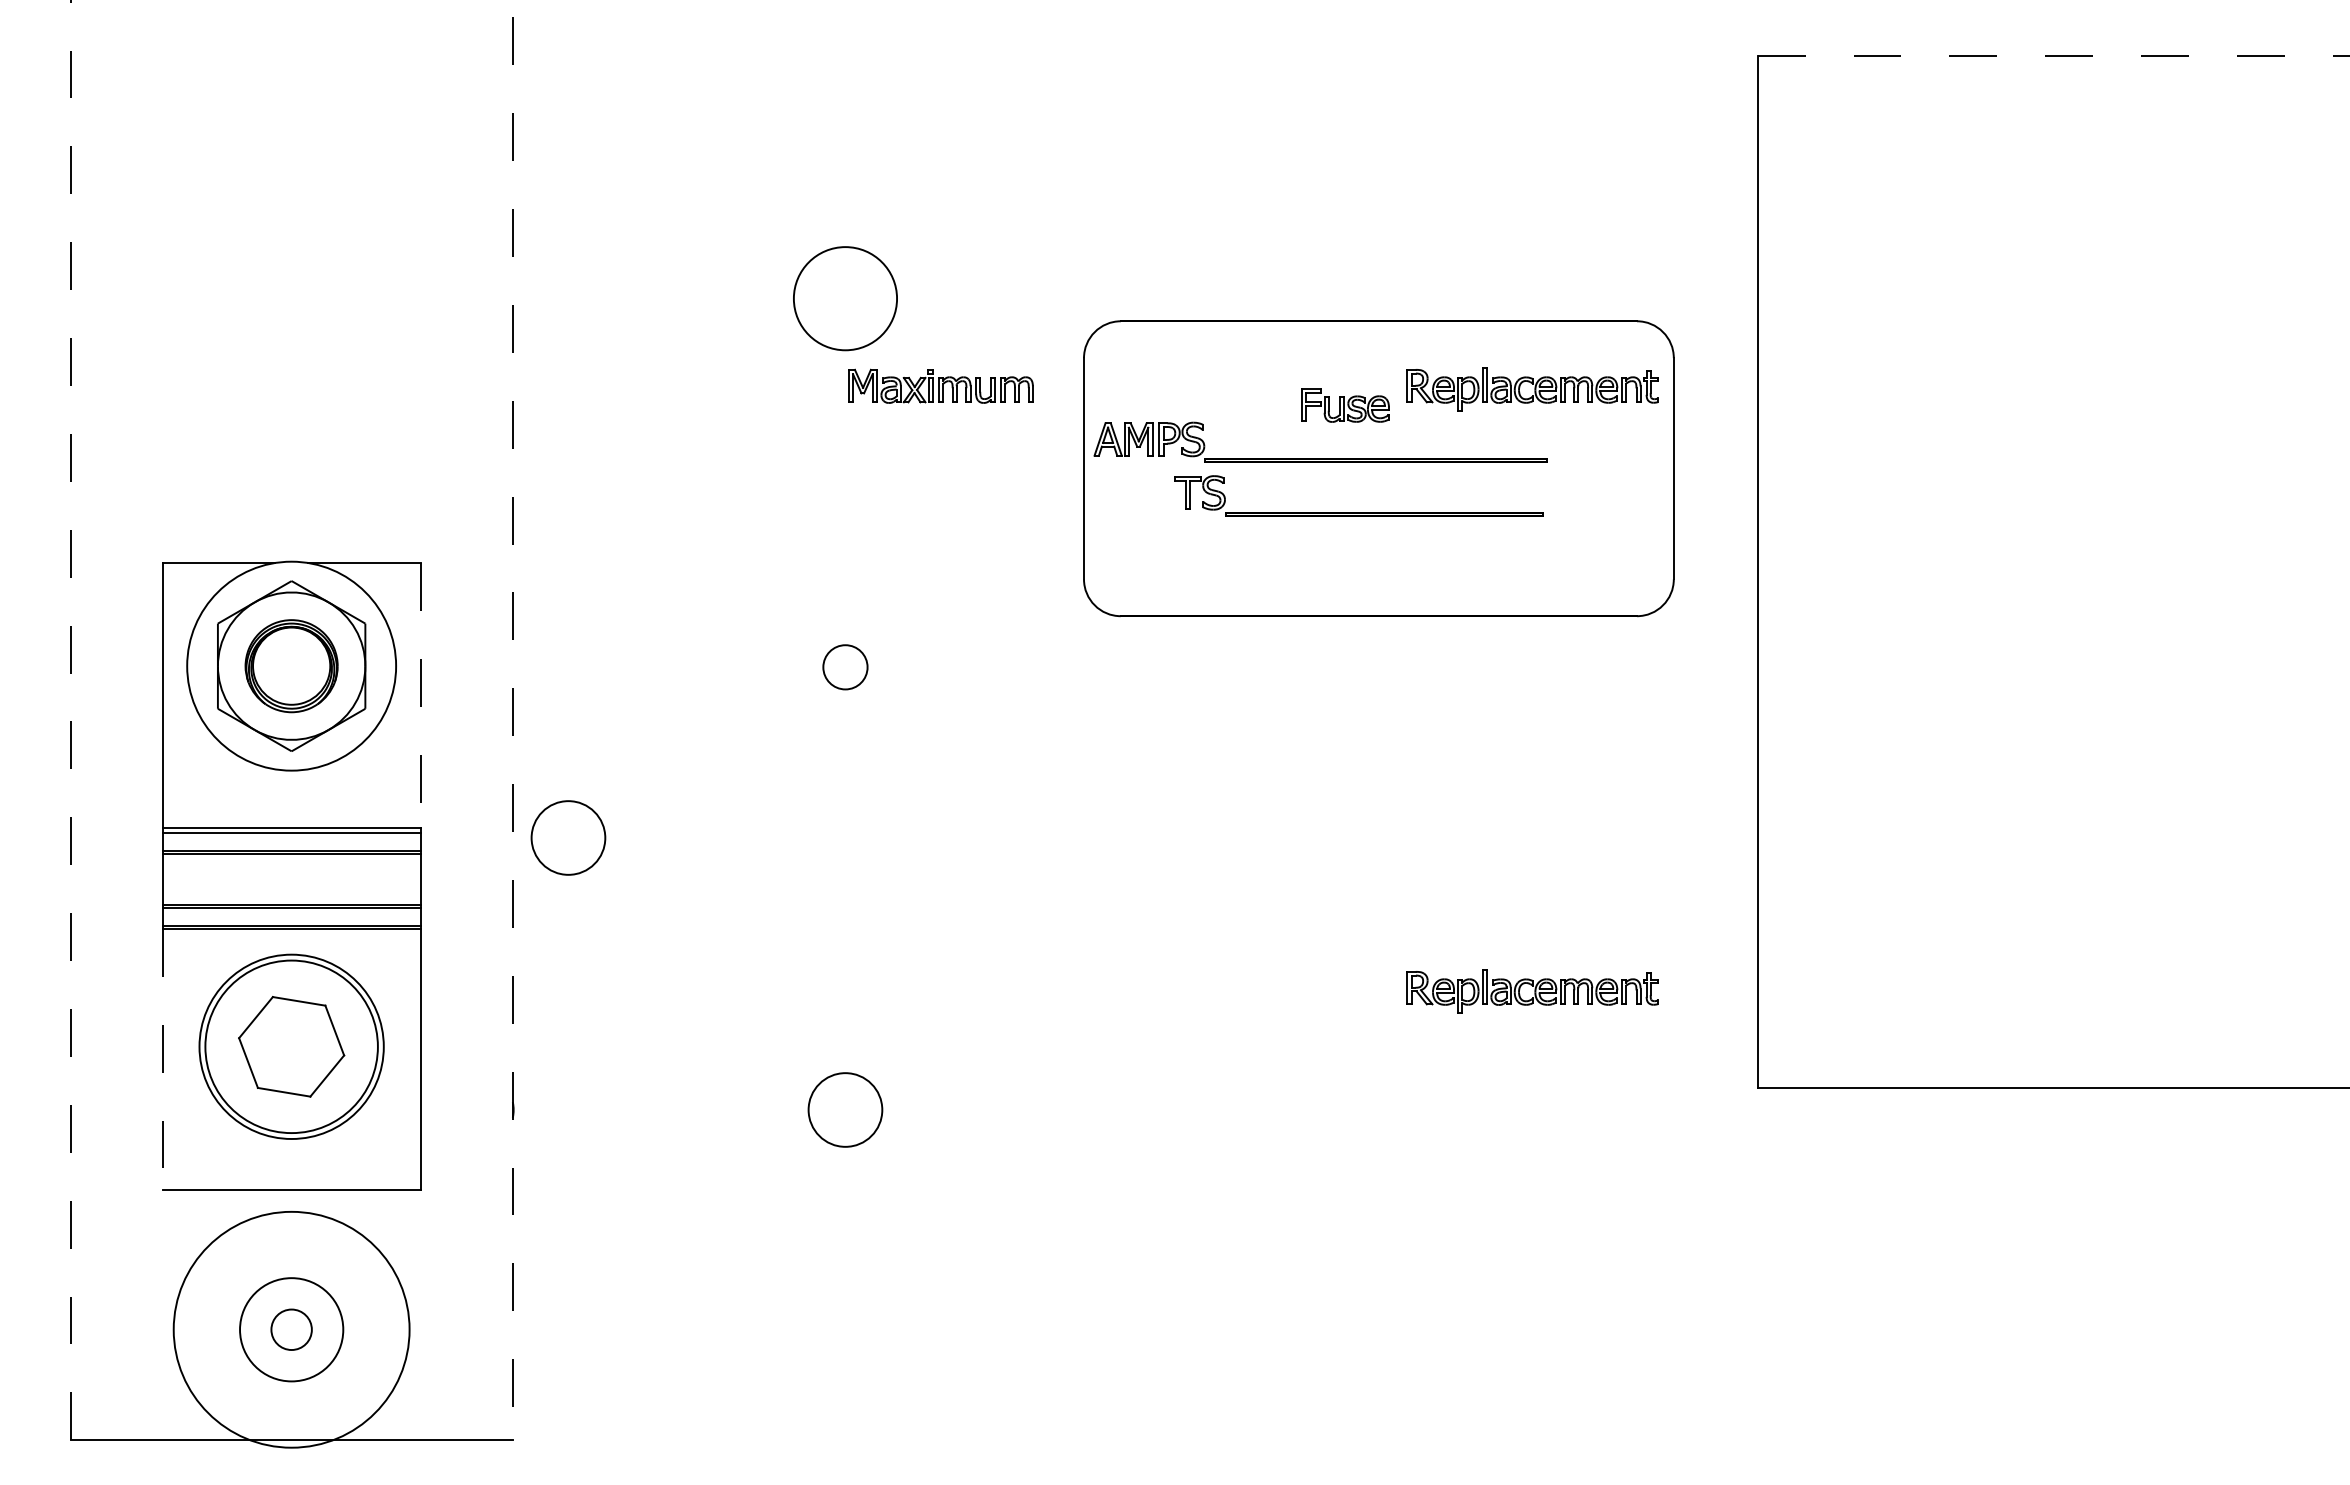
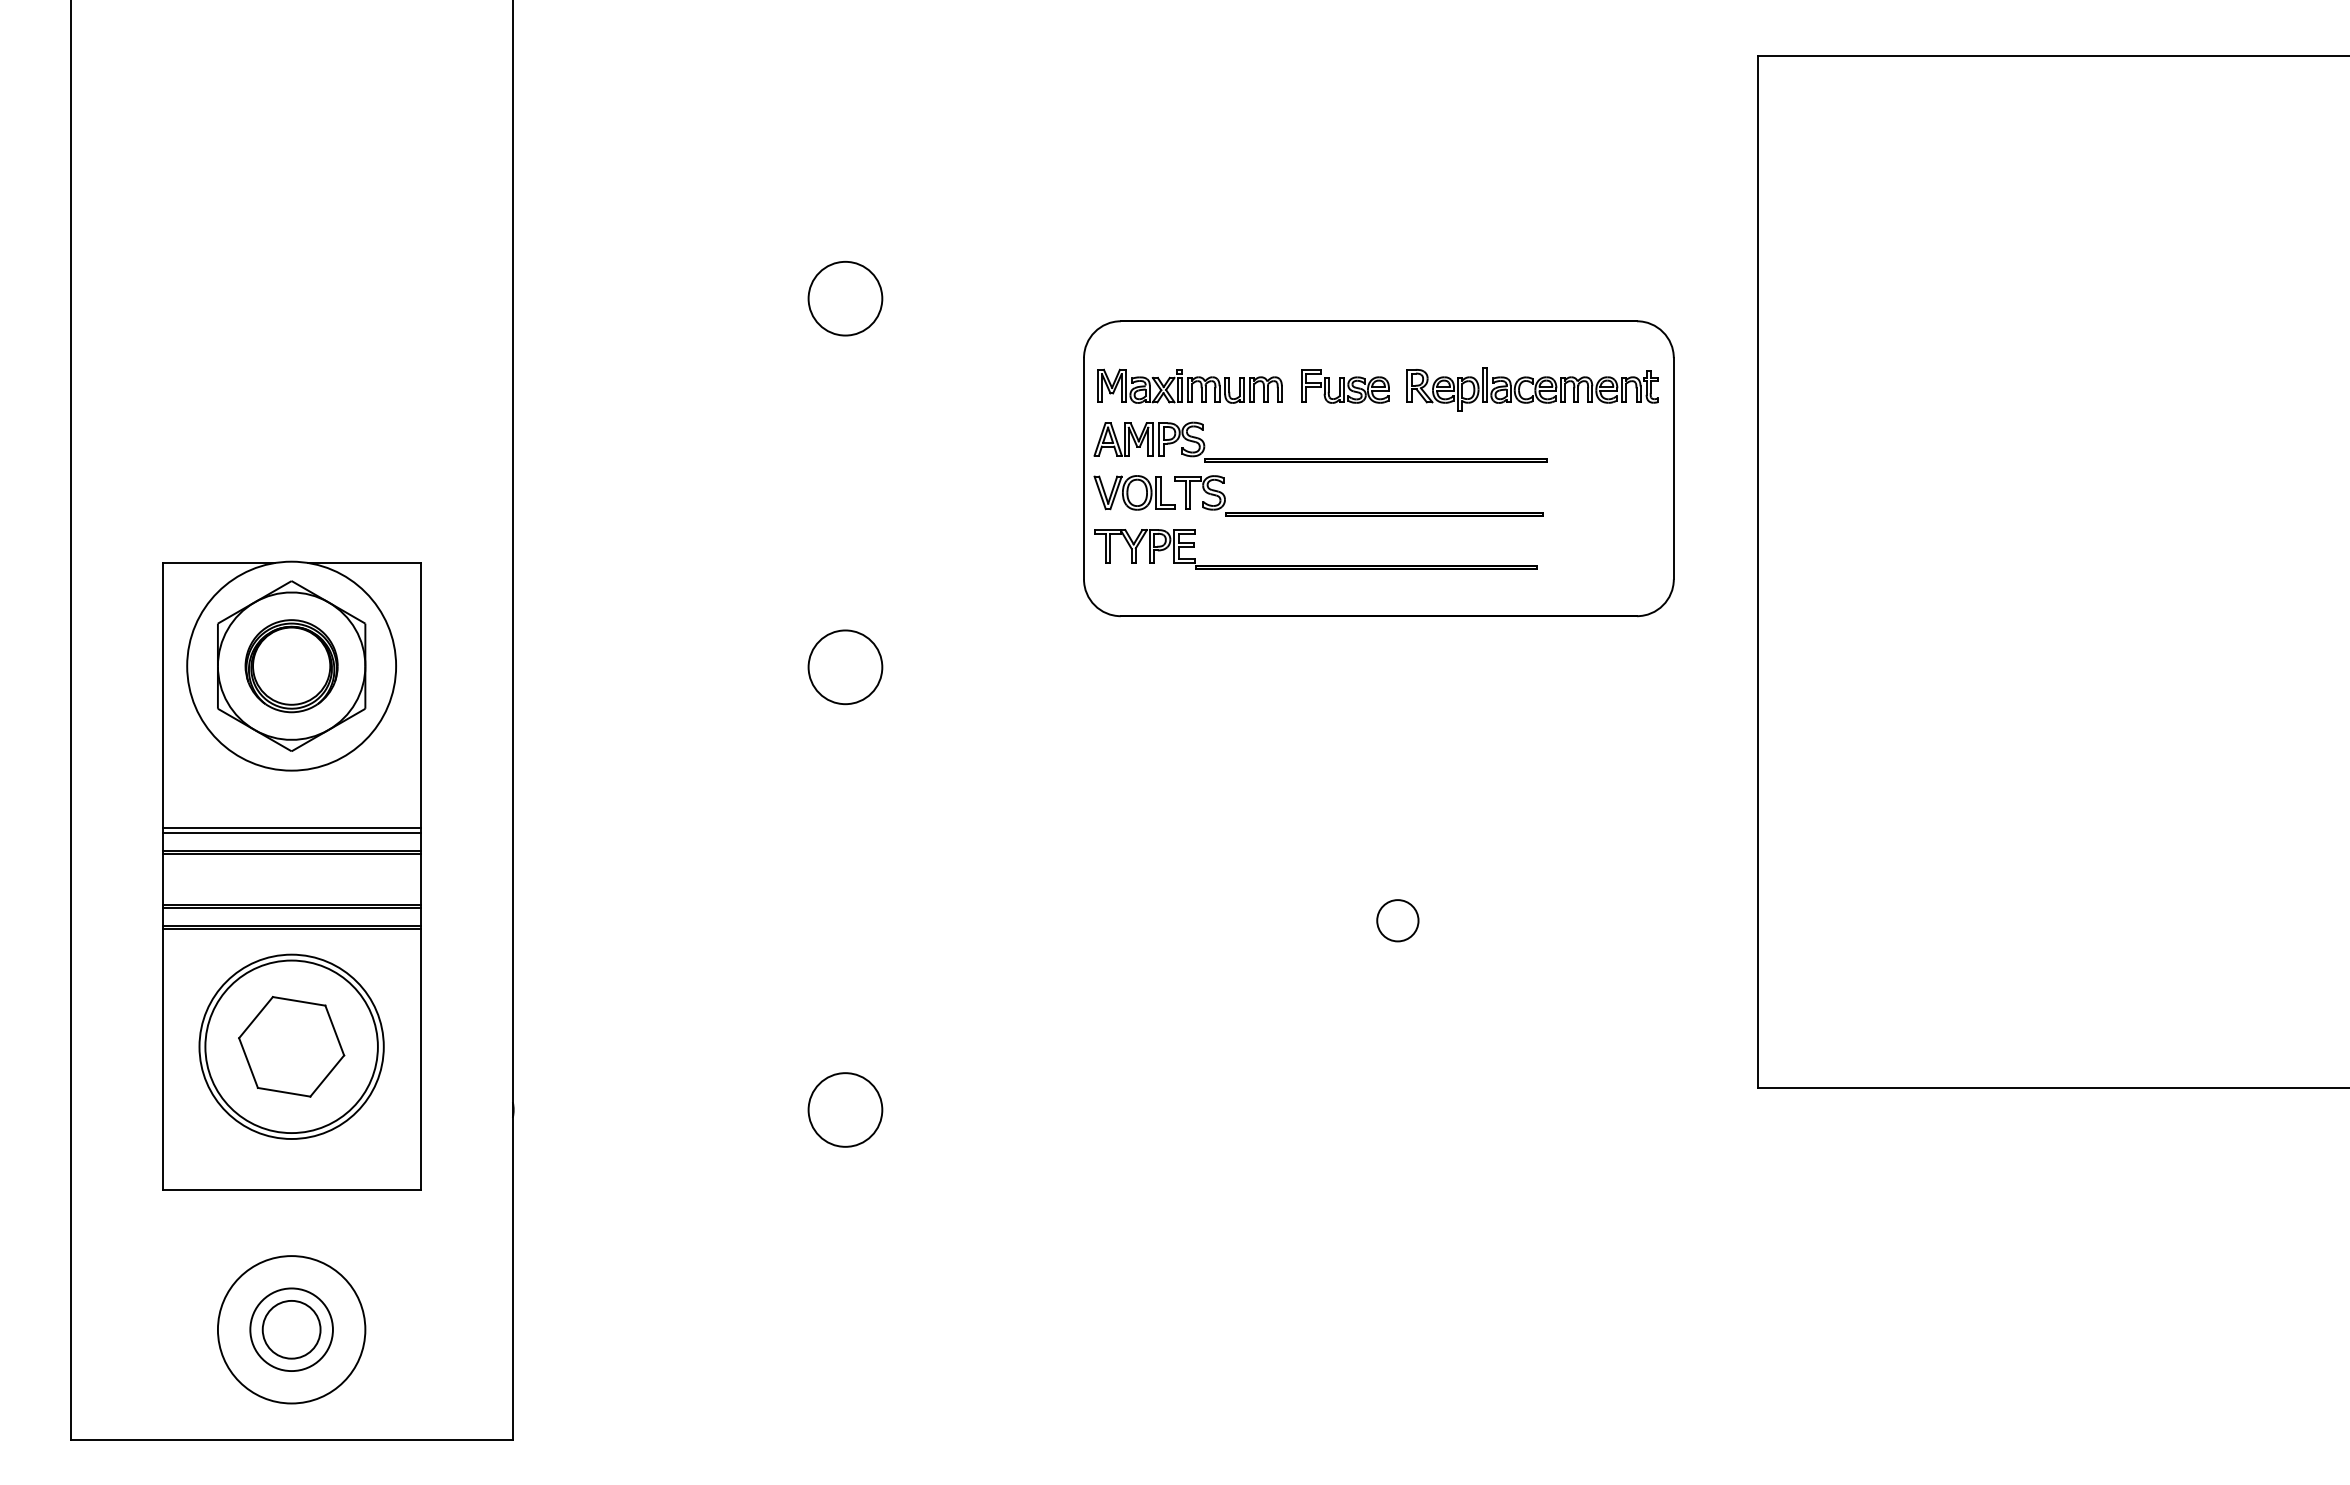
line at (2053, 55): dashed -> solid
circle at (845, 298) diameter: 103 px -> 74 px
part at (940, 385) position: (940, 385) -> (1189, 385)
part at (1345, 405) position: (1345, 405) -> (1345, 386)
part at (1134, 492): none -> present
part at (1315, 565): none -> present
circle at (845, 667) diameter: 44 px -> 74 px
line at (420, 695): dashed -> solid
line at (70, 720): dashed -> solid
line at (512, 720): dashed -> solid
circle at (568, 837): present -> none
circle at (1397, 920): none -> present
part at (1532, 991): present -> none
line at (162, 1059): dashed -> solid
circle at (291, 1329) diameter: 103 px -> 83 px
circle at (291, 1329) diameter: 236 px -> 147 px
circle at (291, 1329) diameter: 40 px -> 58 px
